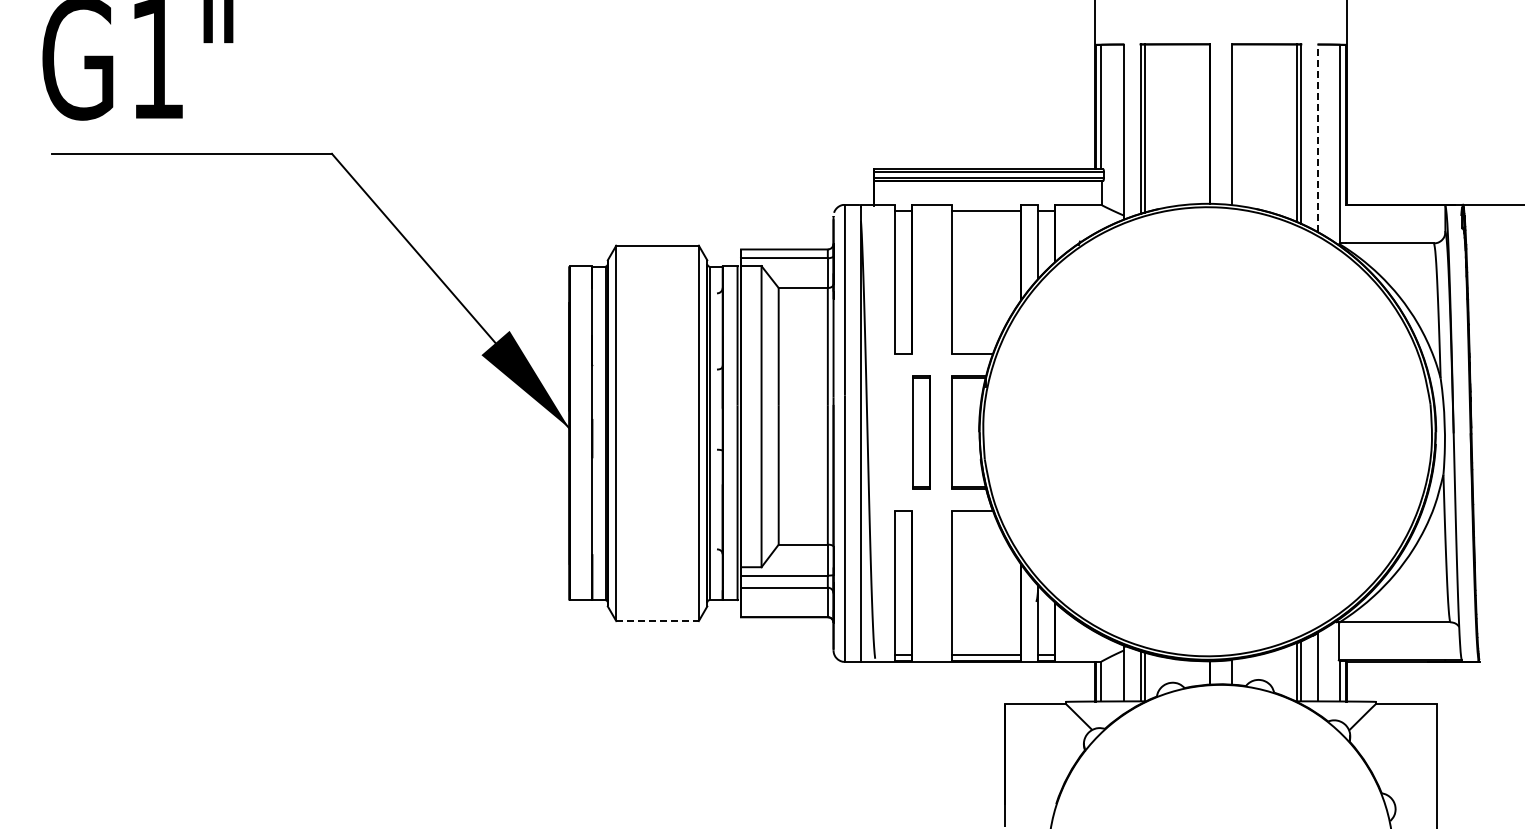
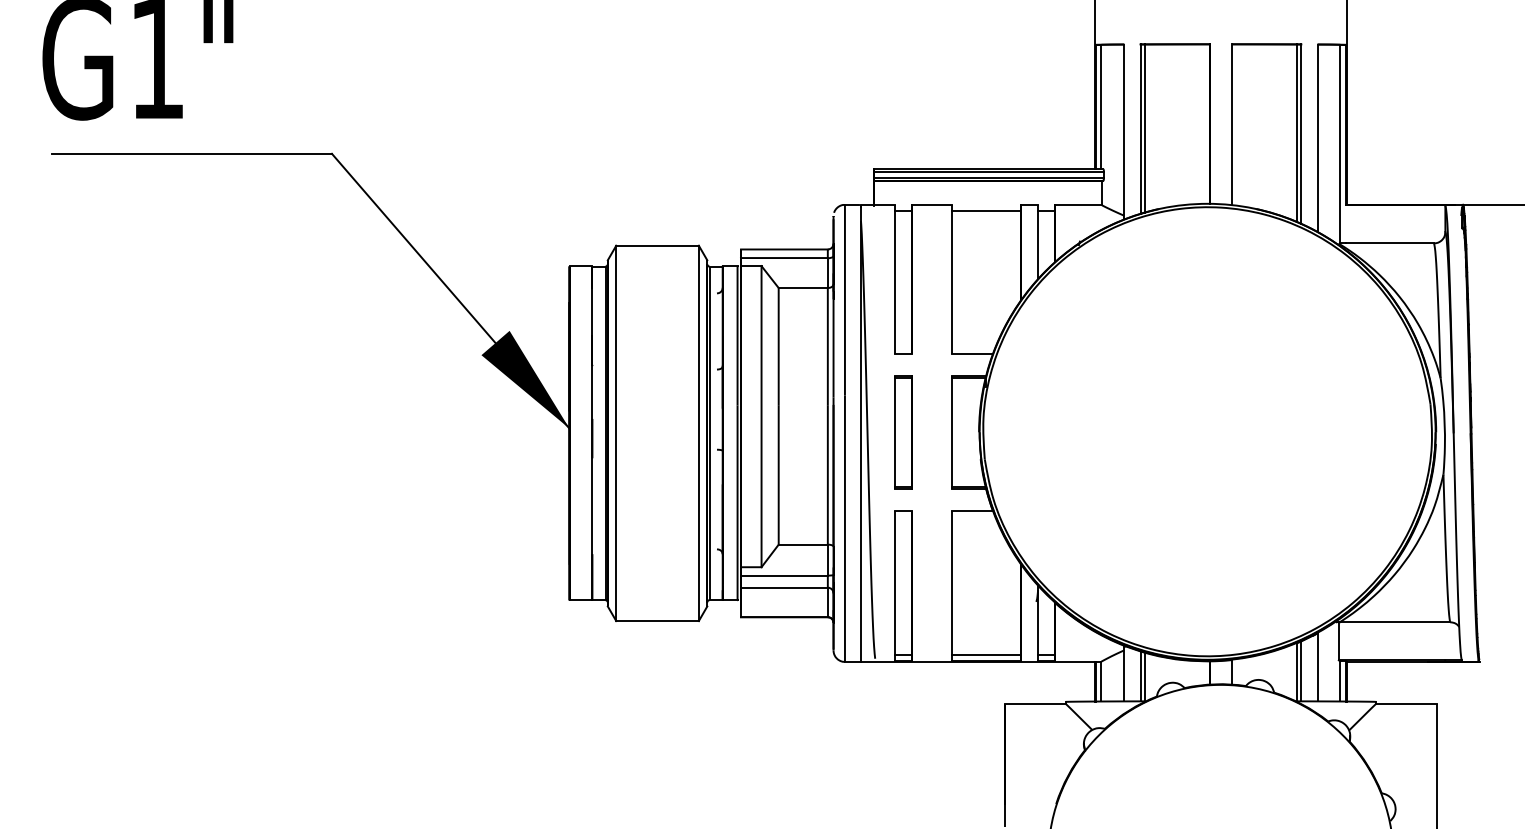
line at (1317, 138): dashed -> solid
part at (921, 432) position: (921, 432) -> (903, 432)
line at (658, 621): dashed -> solid
